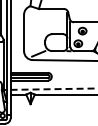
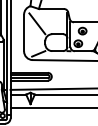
line at (37, 23): none -> present
line at (54, 89): dashed -> solid
line at (52, 108): none -> present
